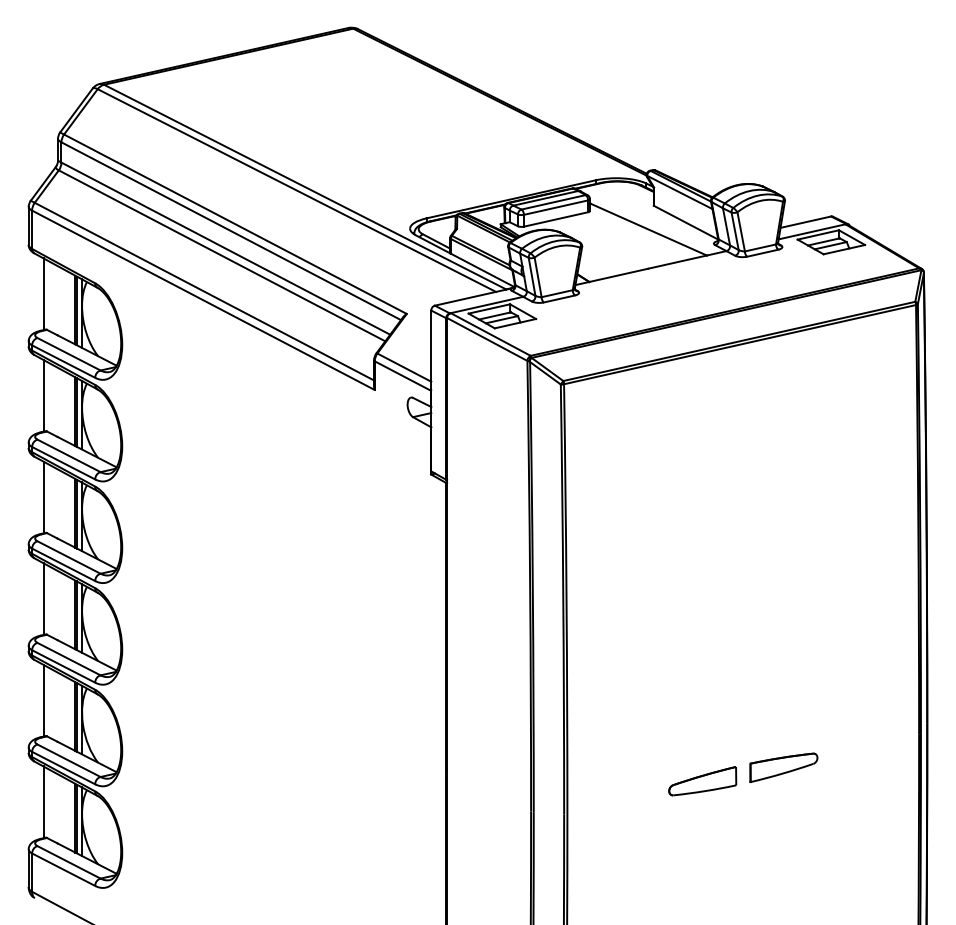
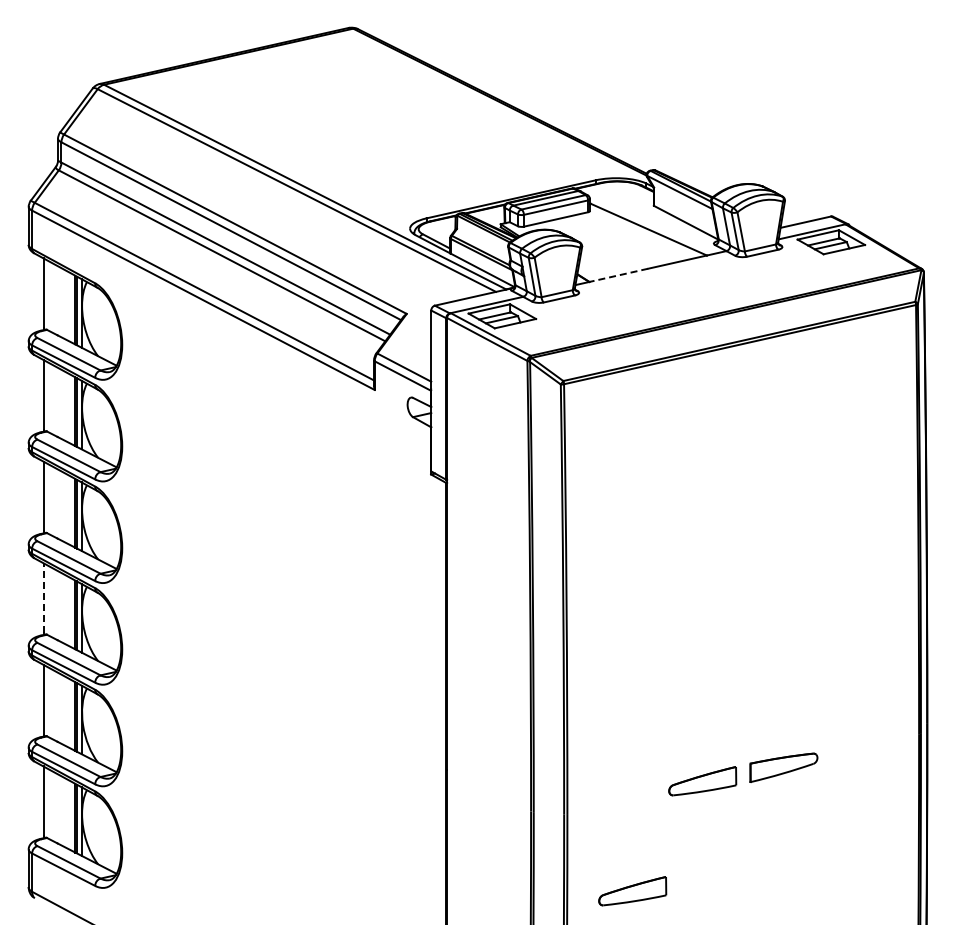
line at (618, 275): solid -> dashed
line at (43, 598): solid -> dashed
part at (632, 891): none -> present
